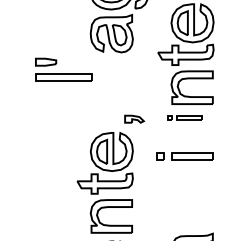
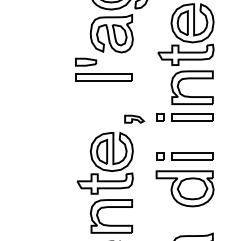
part at (63, 69) position: (63, 69) -> (103, 69)
part at (184, 117) size: 36x6 px -> 58x9 px
part at (184, 188): none -> present
